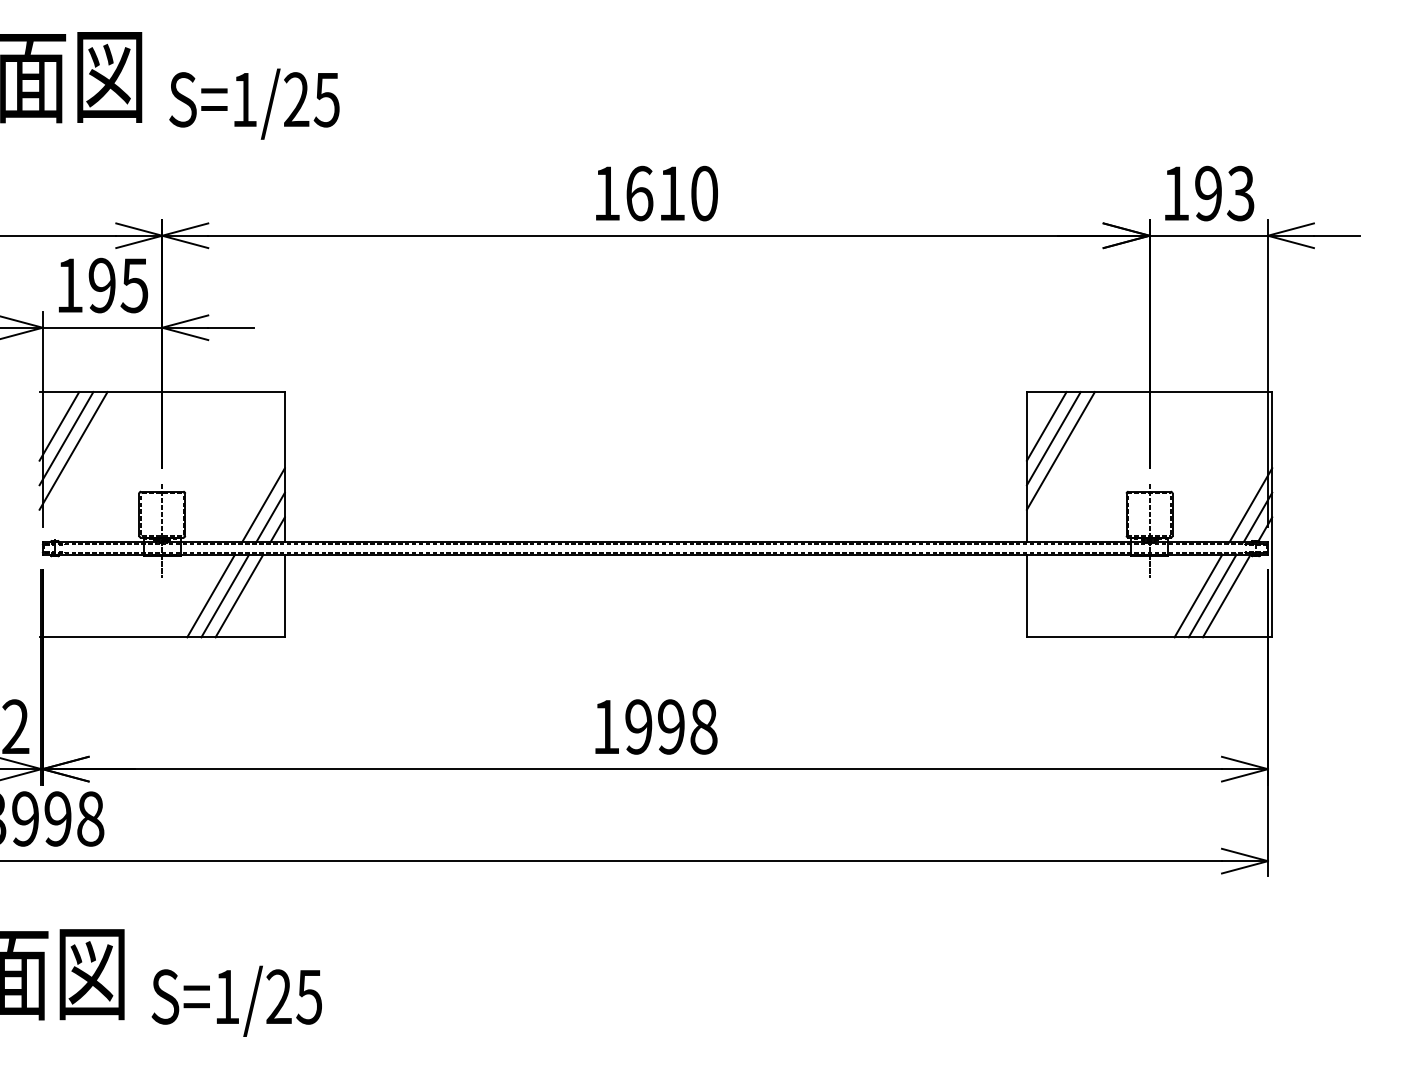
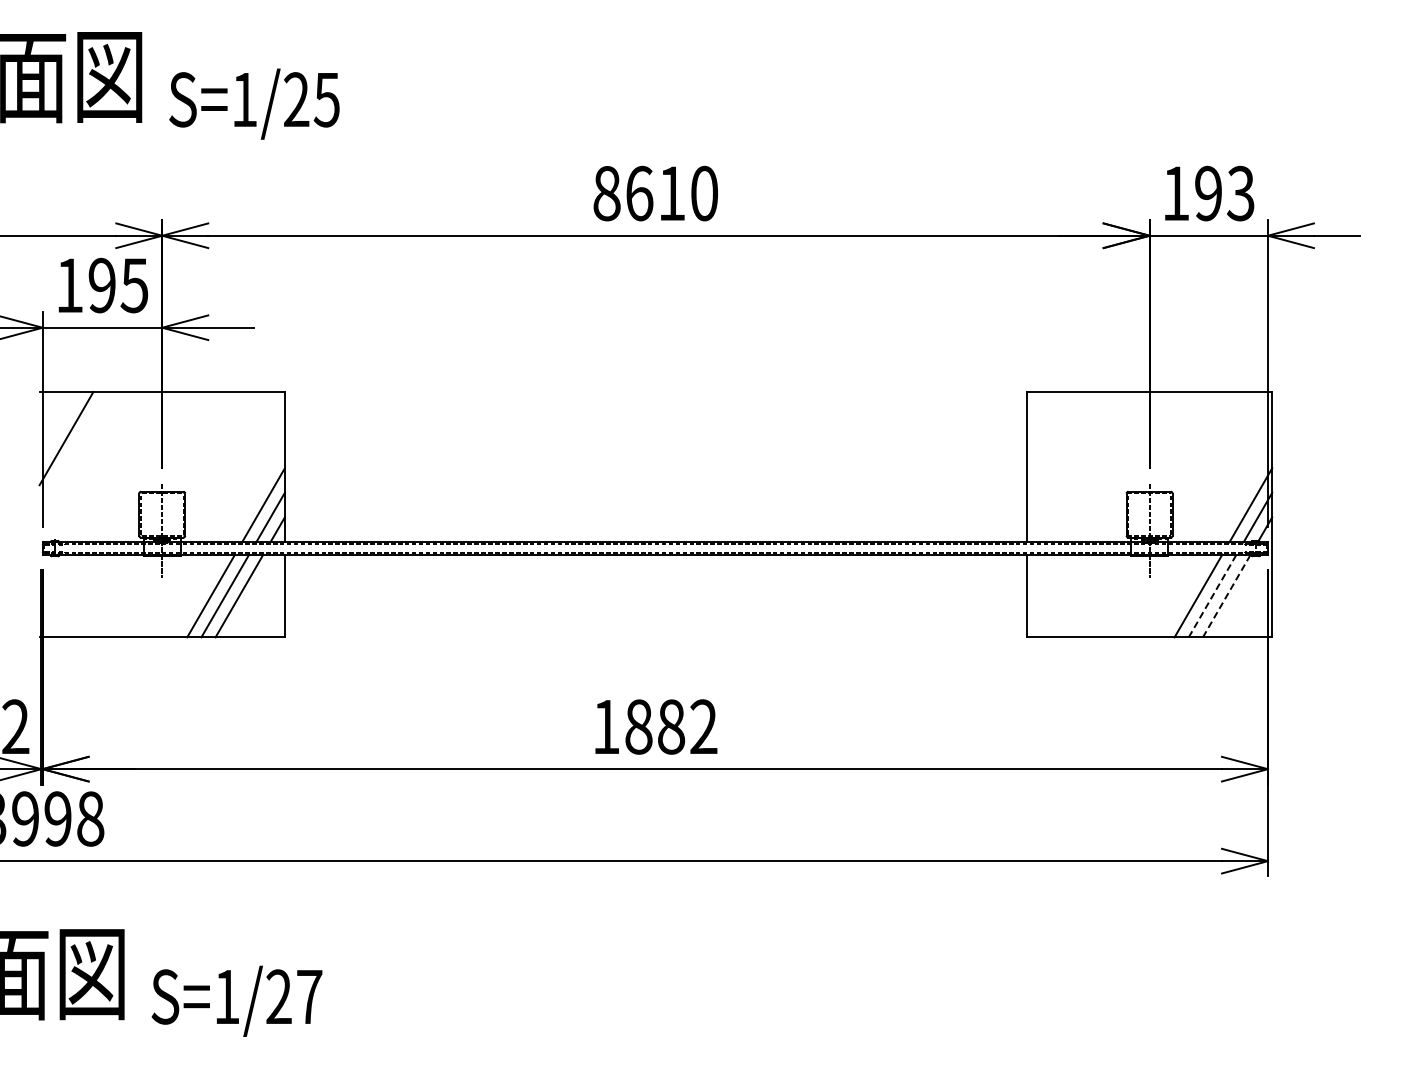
text at (606, 193): 1610 -> 8610
line at (59, 426): present -> none
line at (1046, 426): present -> none
line at (1053, 438): present -> none
line at (73, 450): present -> none
line at (1060, 450): present -> none
line at (1212, 595): solid -> dashed
line at (1226, 595): solid -> dashed
text at (671, 726): 1998 -> 1882
text at (309, 997): S=1/25 -> S=1/27
